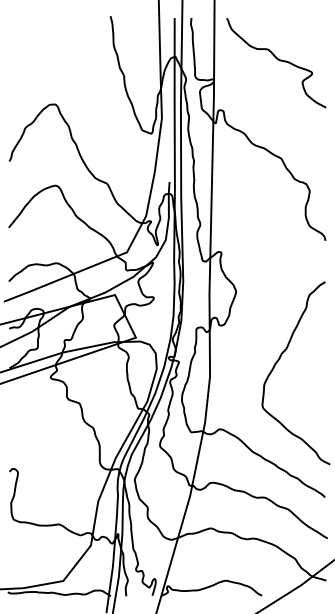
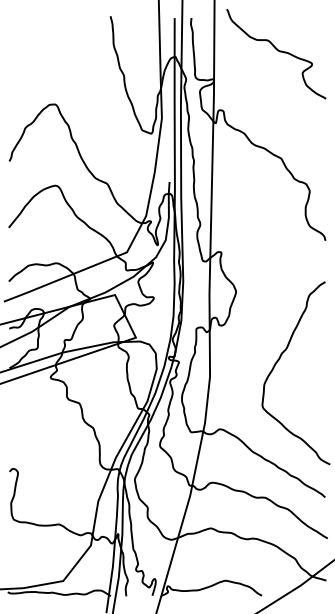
curve at (278, 60) position: (278, 60) -> (278, 51)
